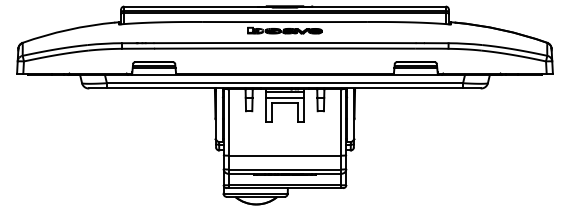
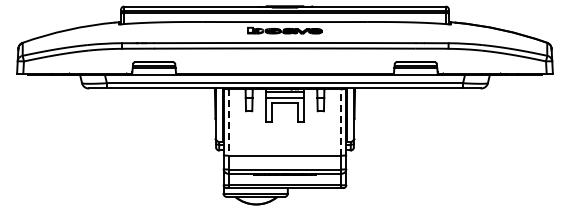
line at (341, 122): solid -> dashed
line at (228, 123): solid -> dashed
